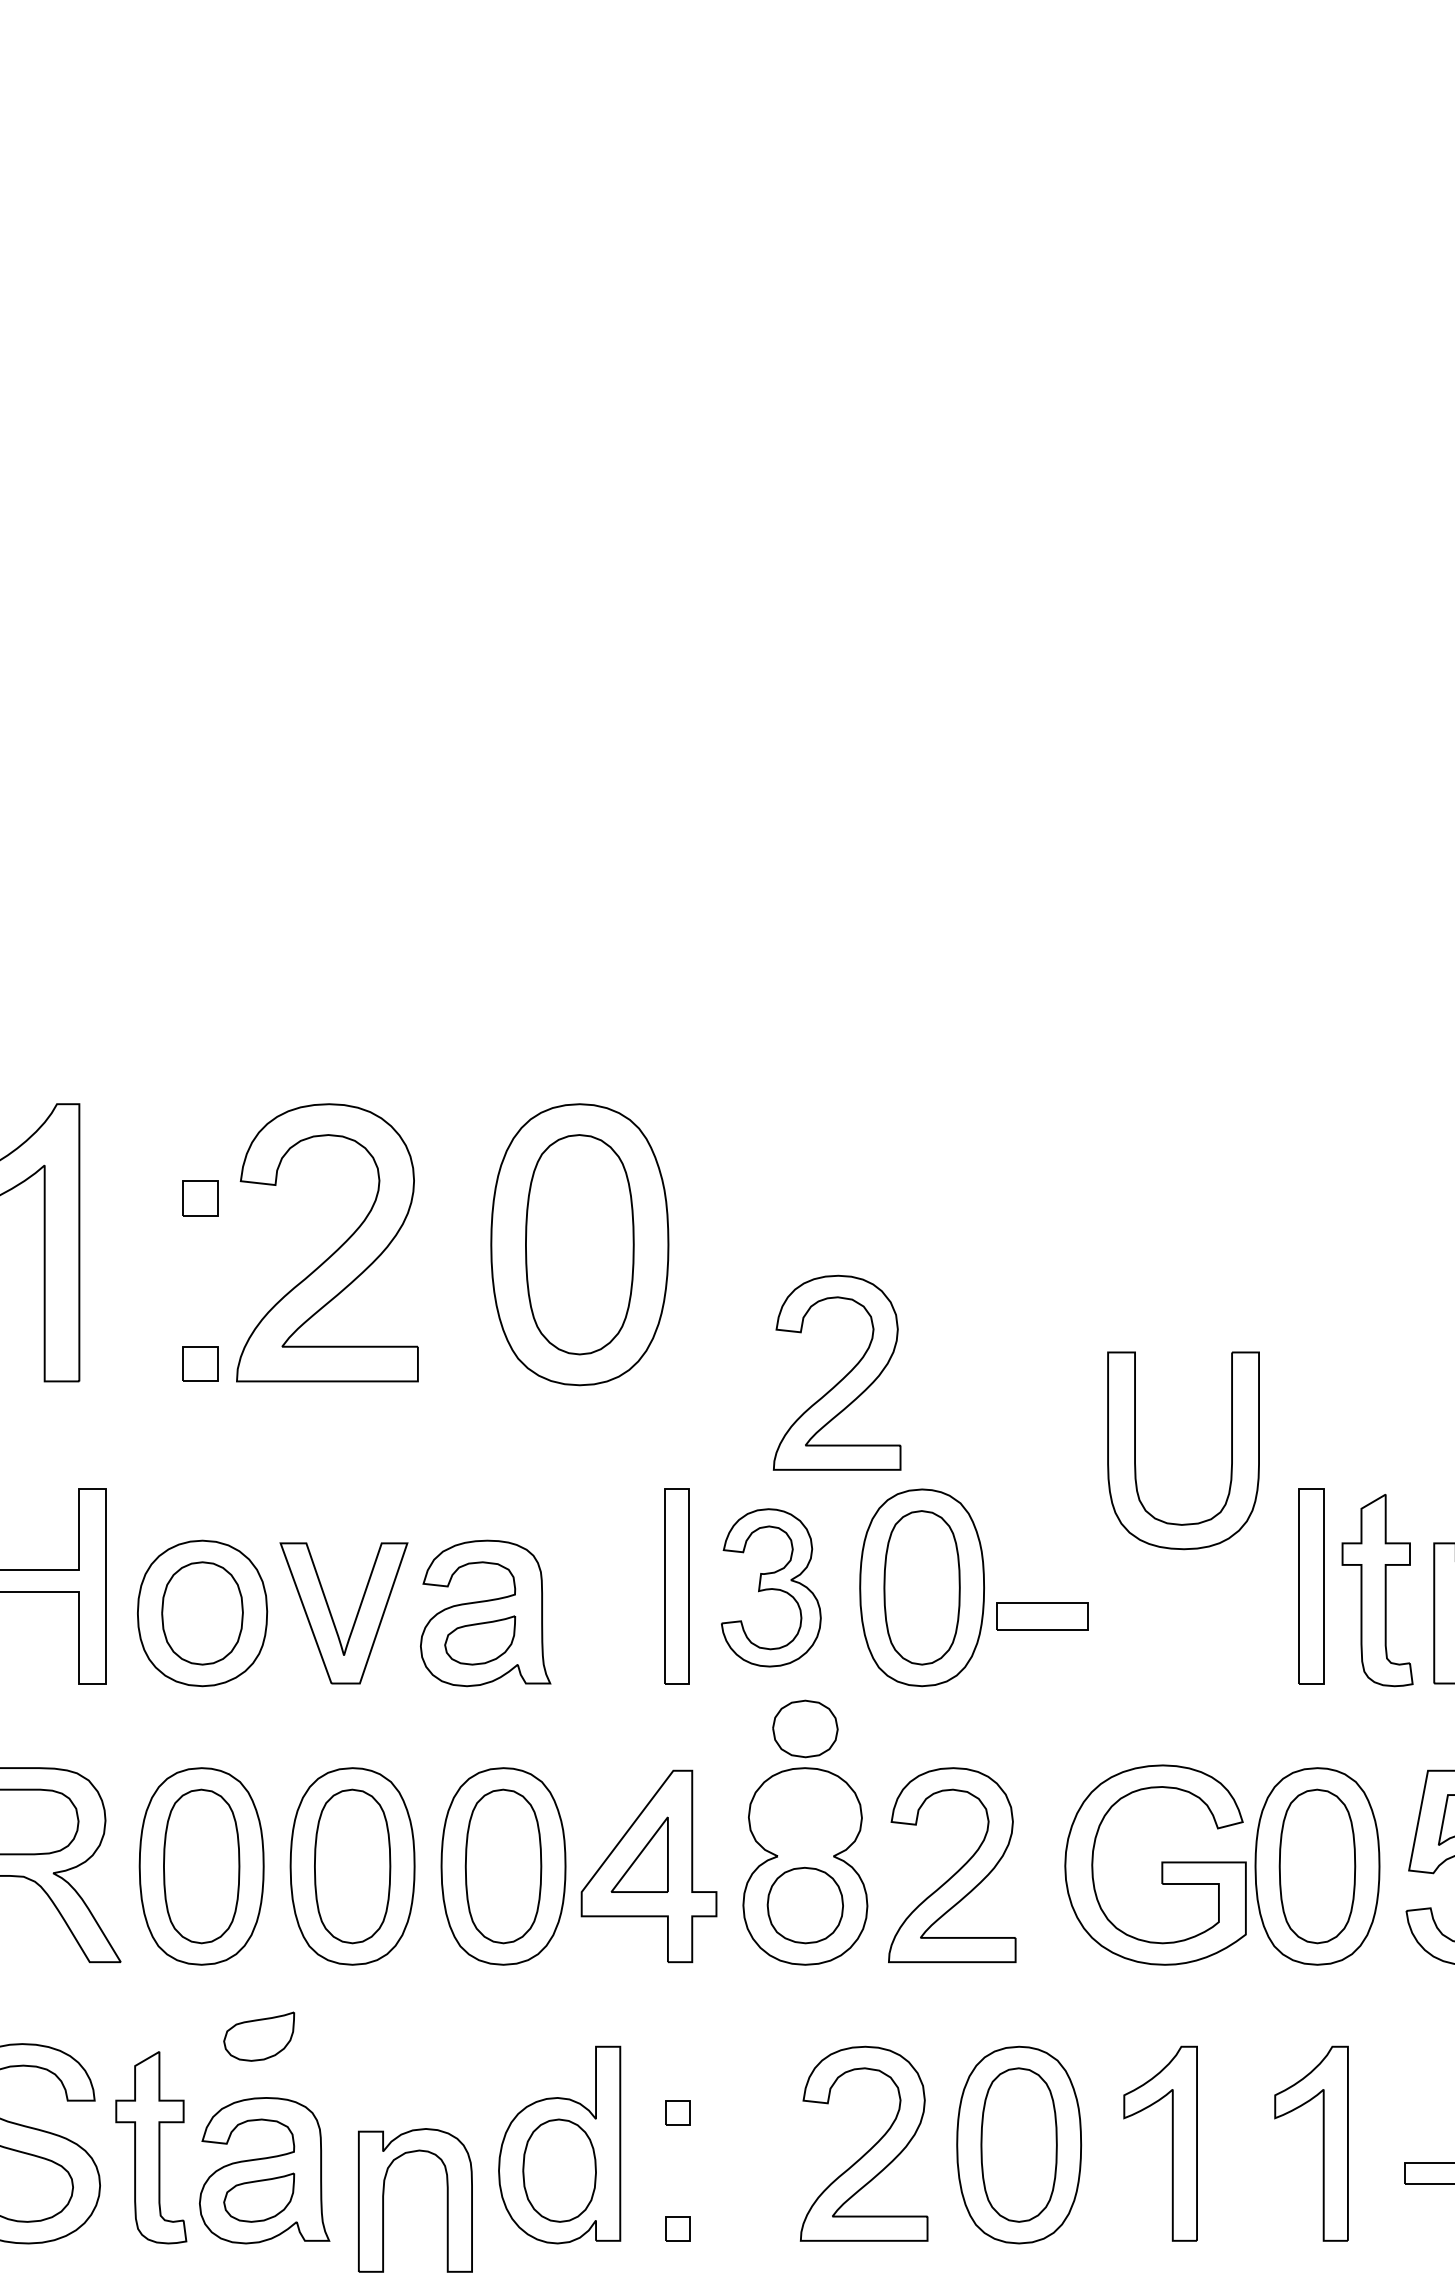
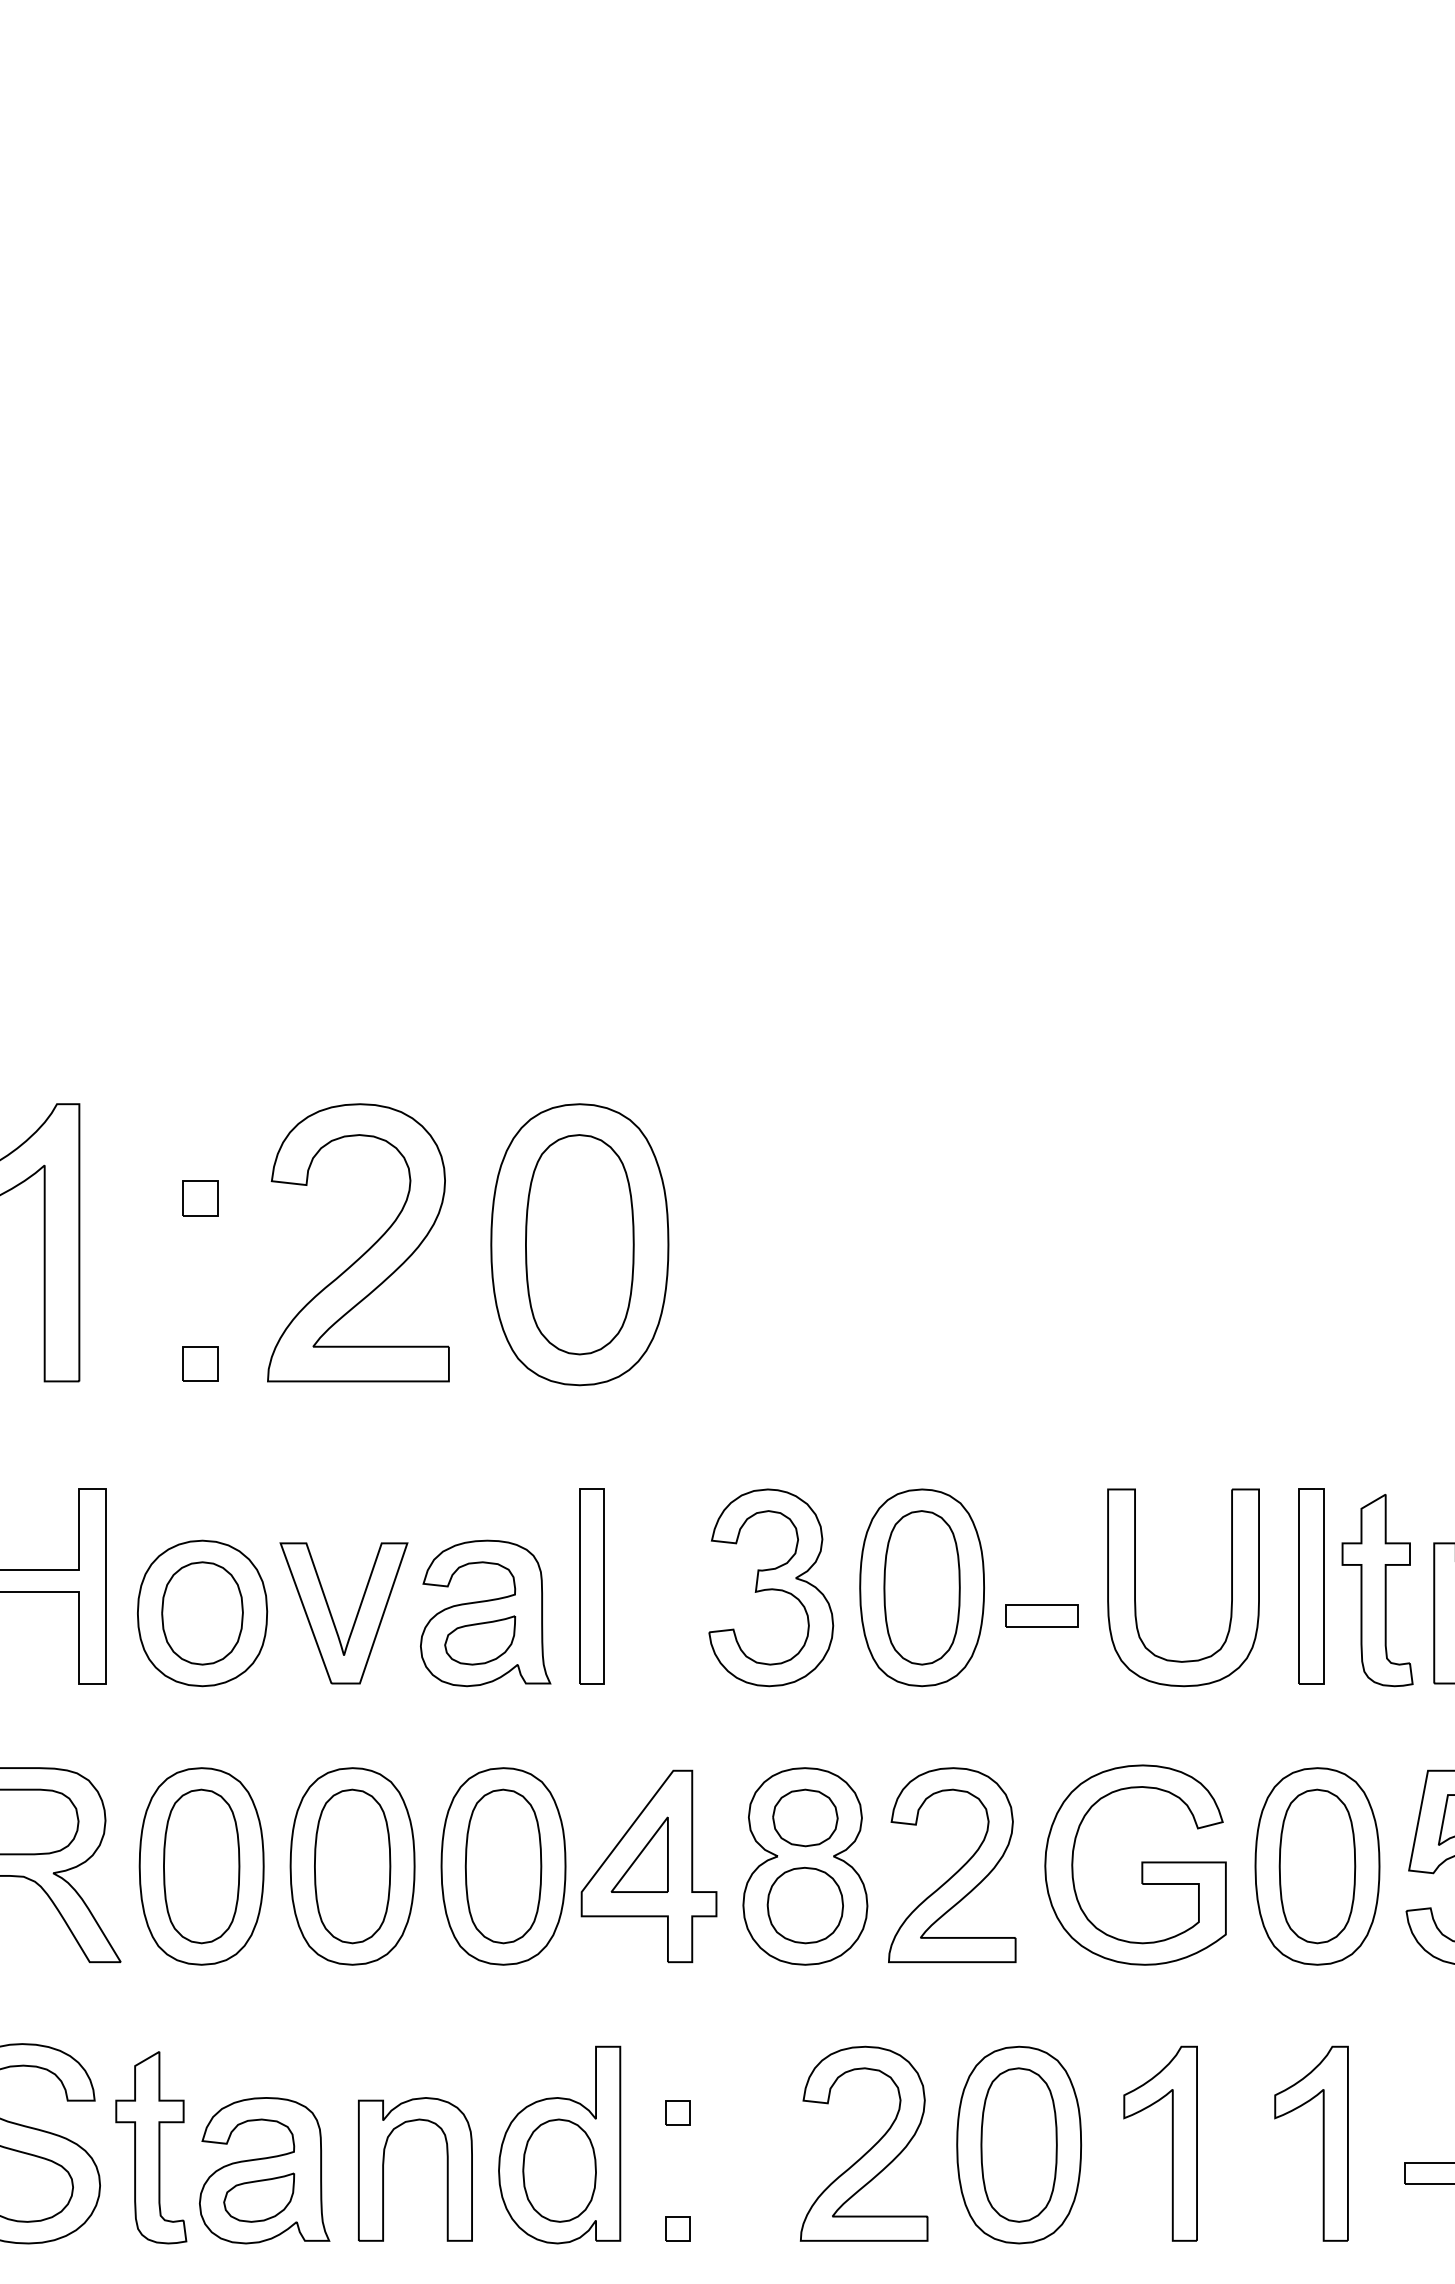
part at (335, 1250) position: (335, 1250) -> (366, 1250)
part at (840, 1379): present -> none
part at (1135, 1450) position: (1135, 1450) -> (1135, 1587)
part at (676, 1586) position: (676, 1586) -> (591, 1586)
part at (771, 1587) size: 101x160 px -> 127x200 px
part at (1042, 1616) size: 93x29 px -> 74x24 px
part at (805, 1728) position: (805, 1728) -> (805, 1817)
part at (1155, 1864) position: (1155, 1864) -> (1135, 1864)
part at (259, 2036): present -> none
part at (446, 2200) position: (446, 2200) -> (446, 2169)
